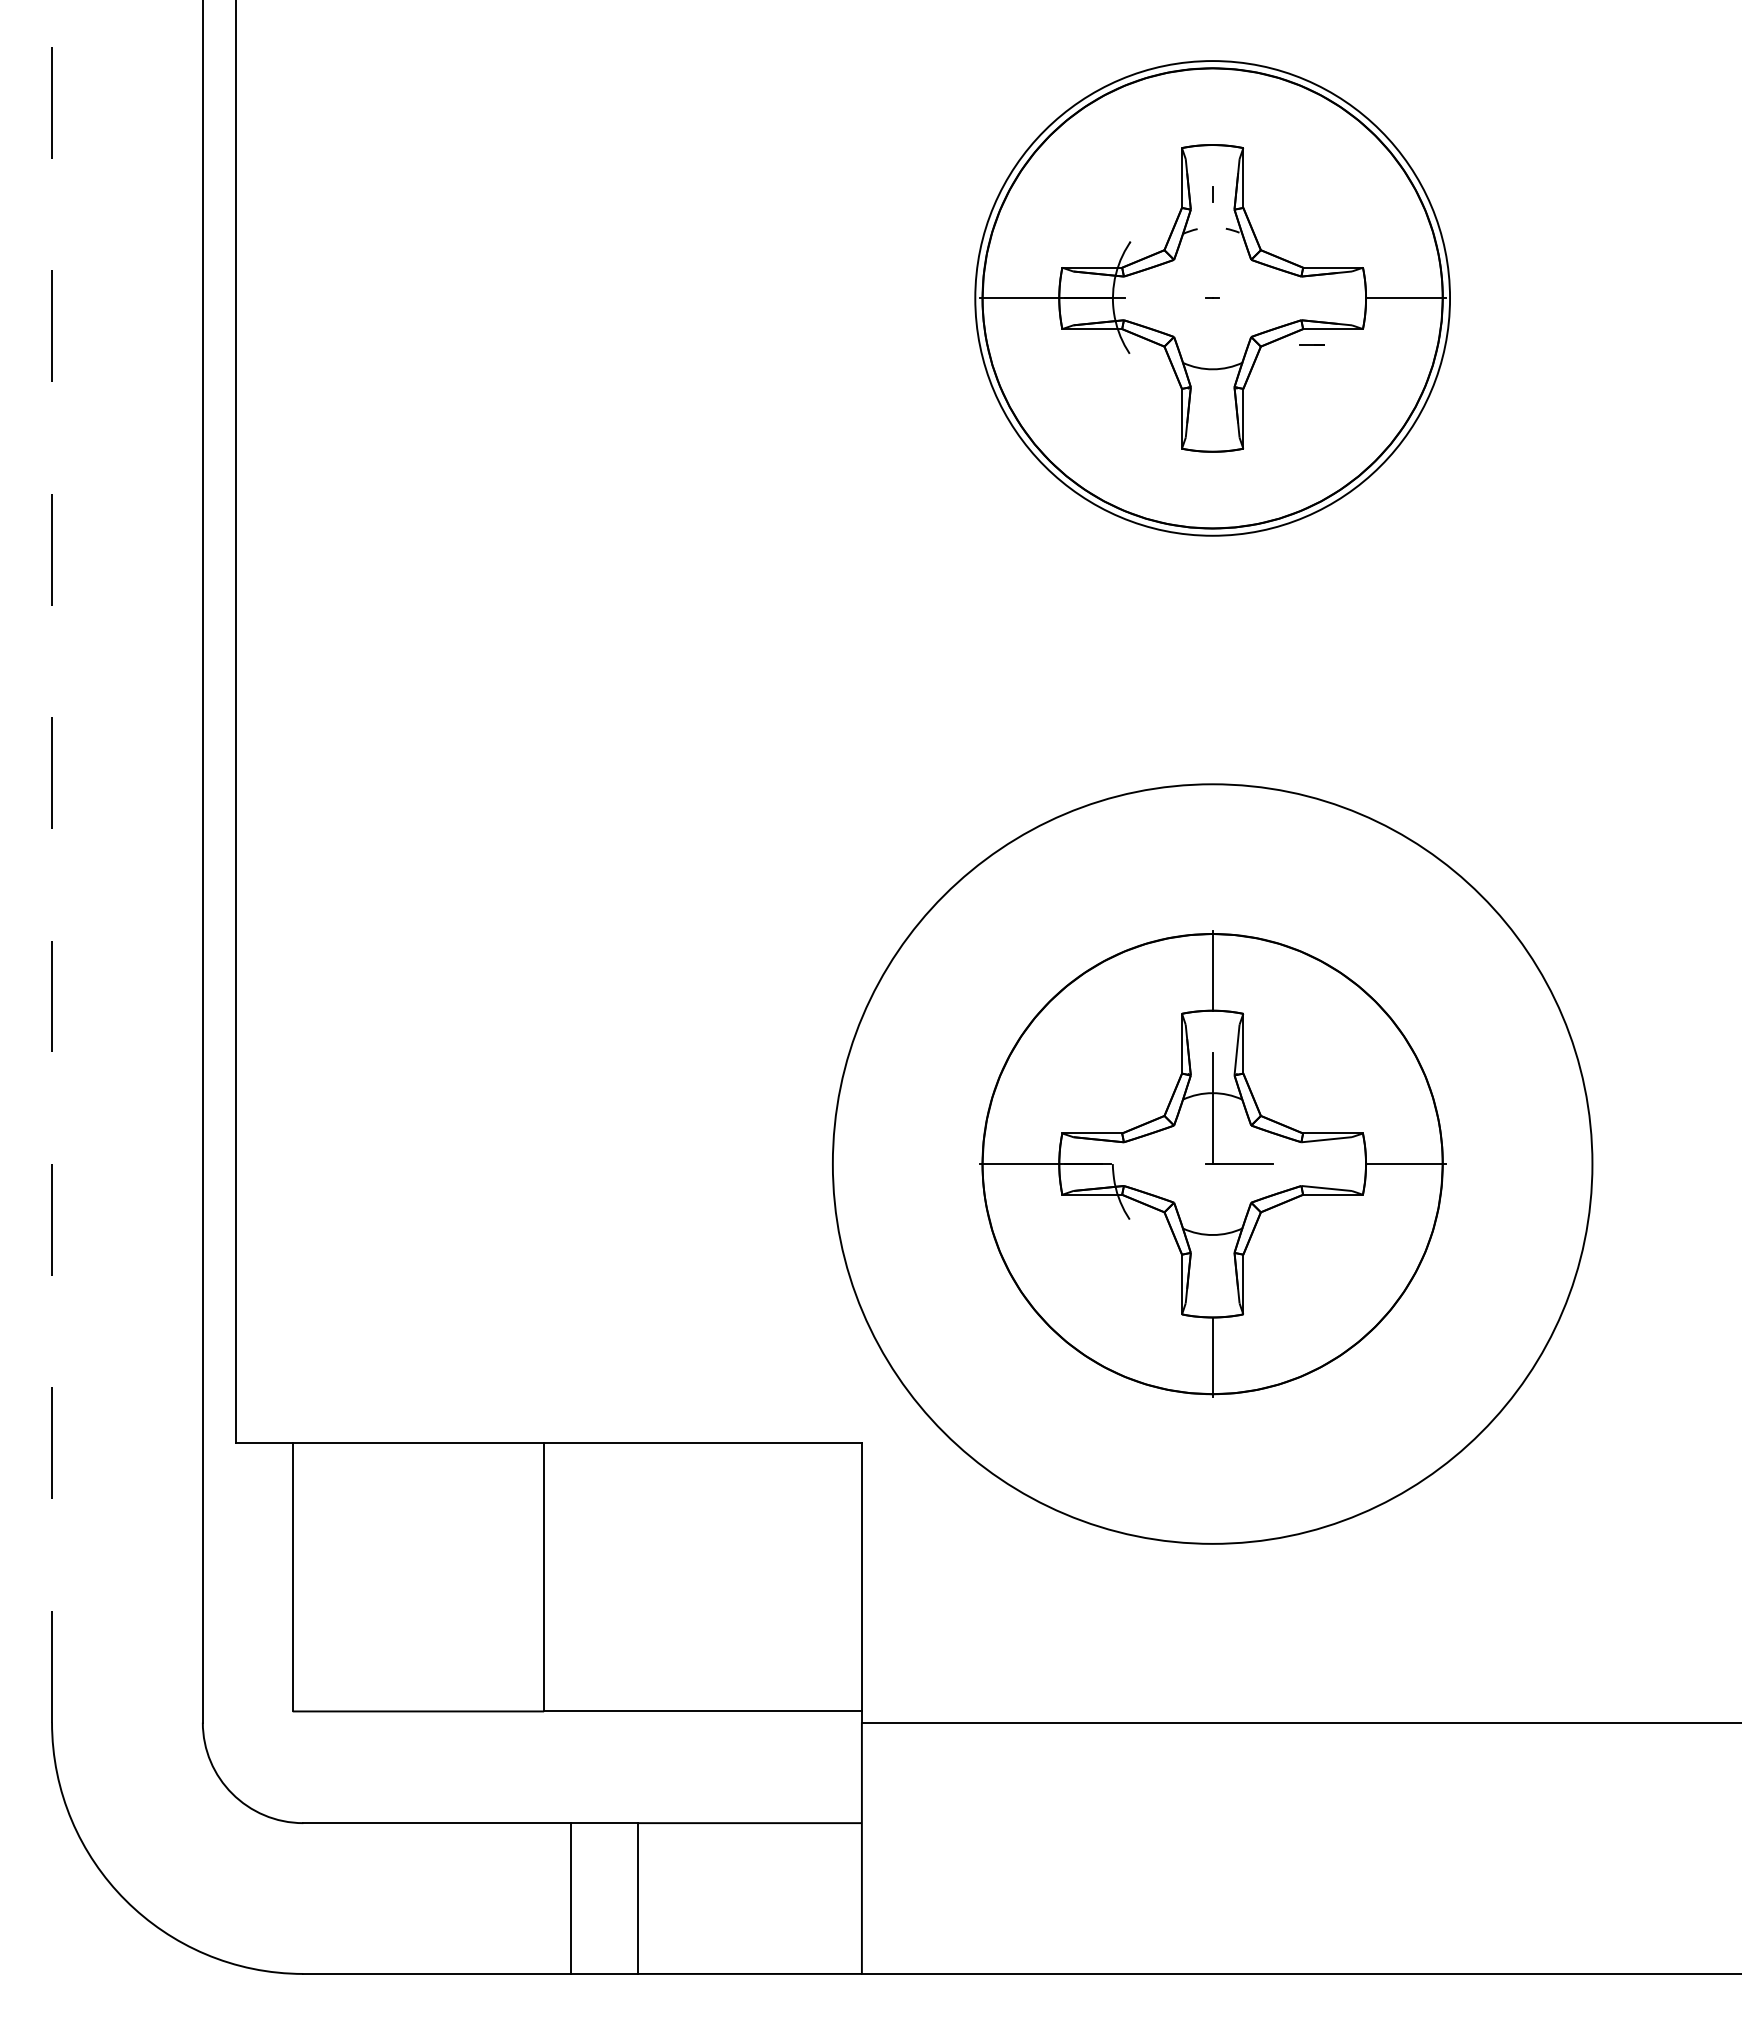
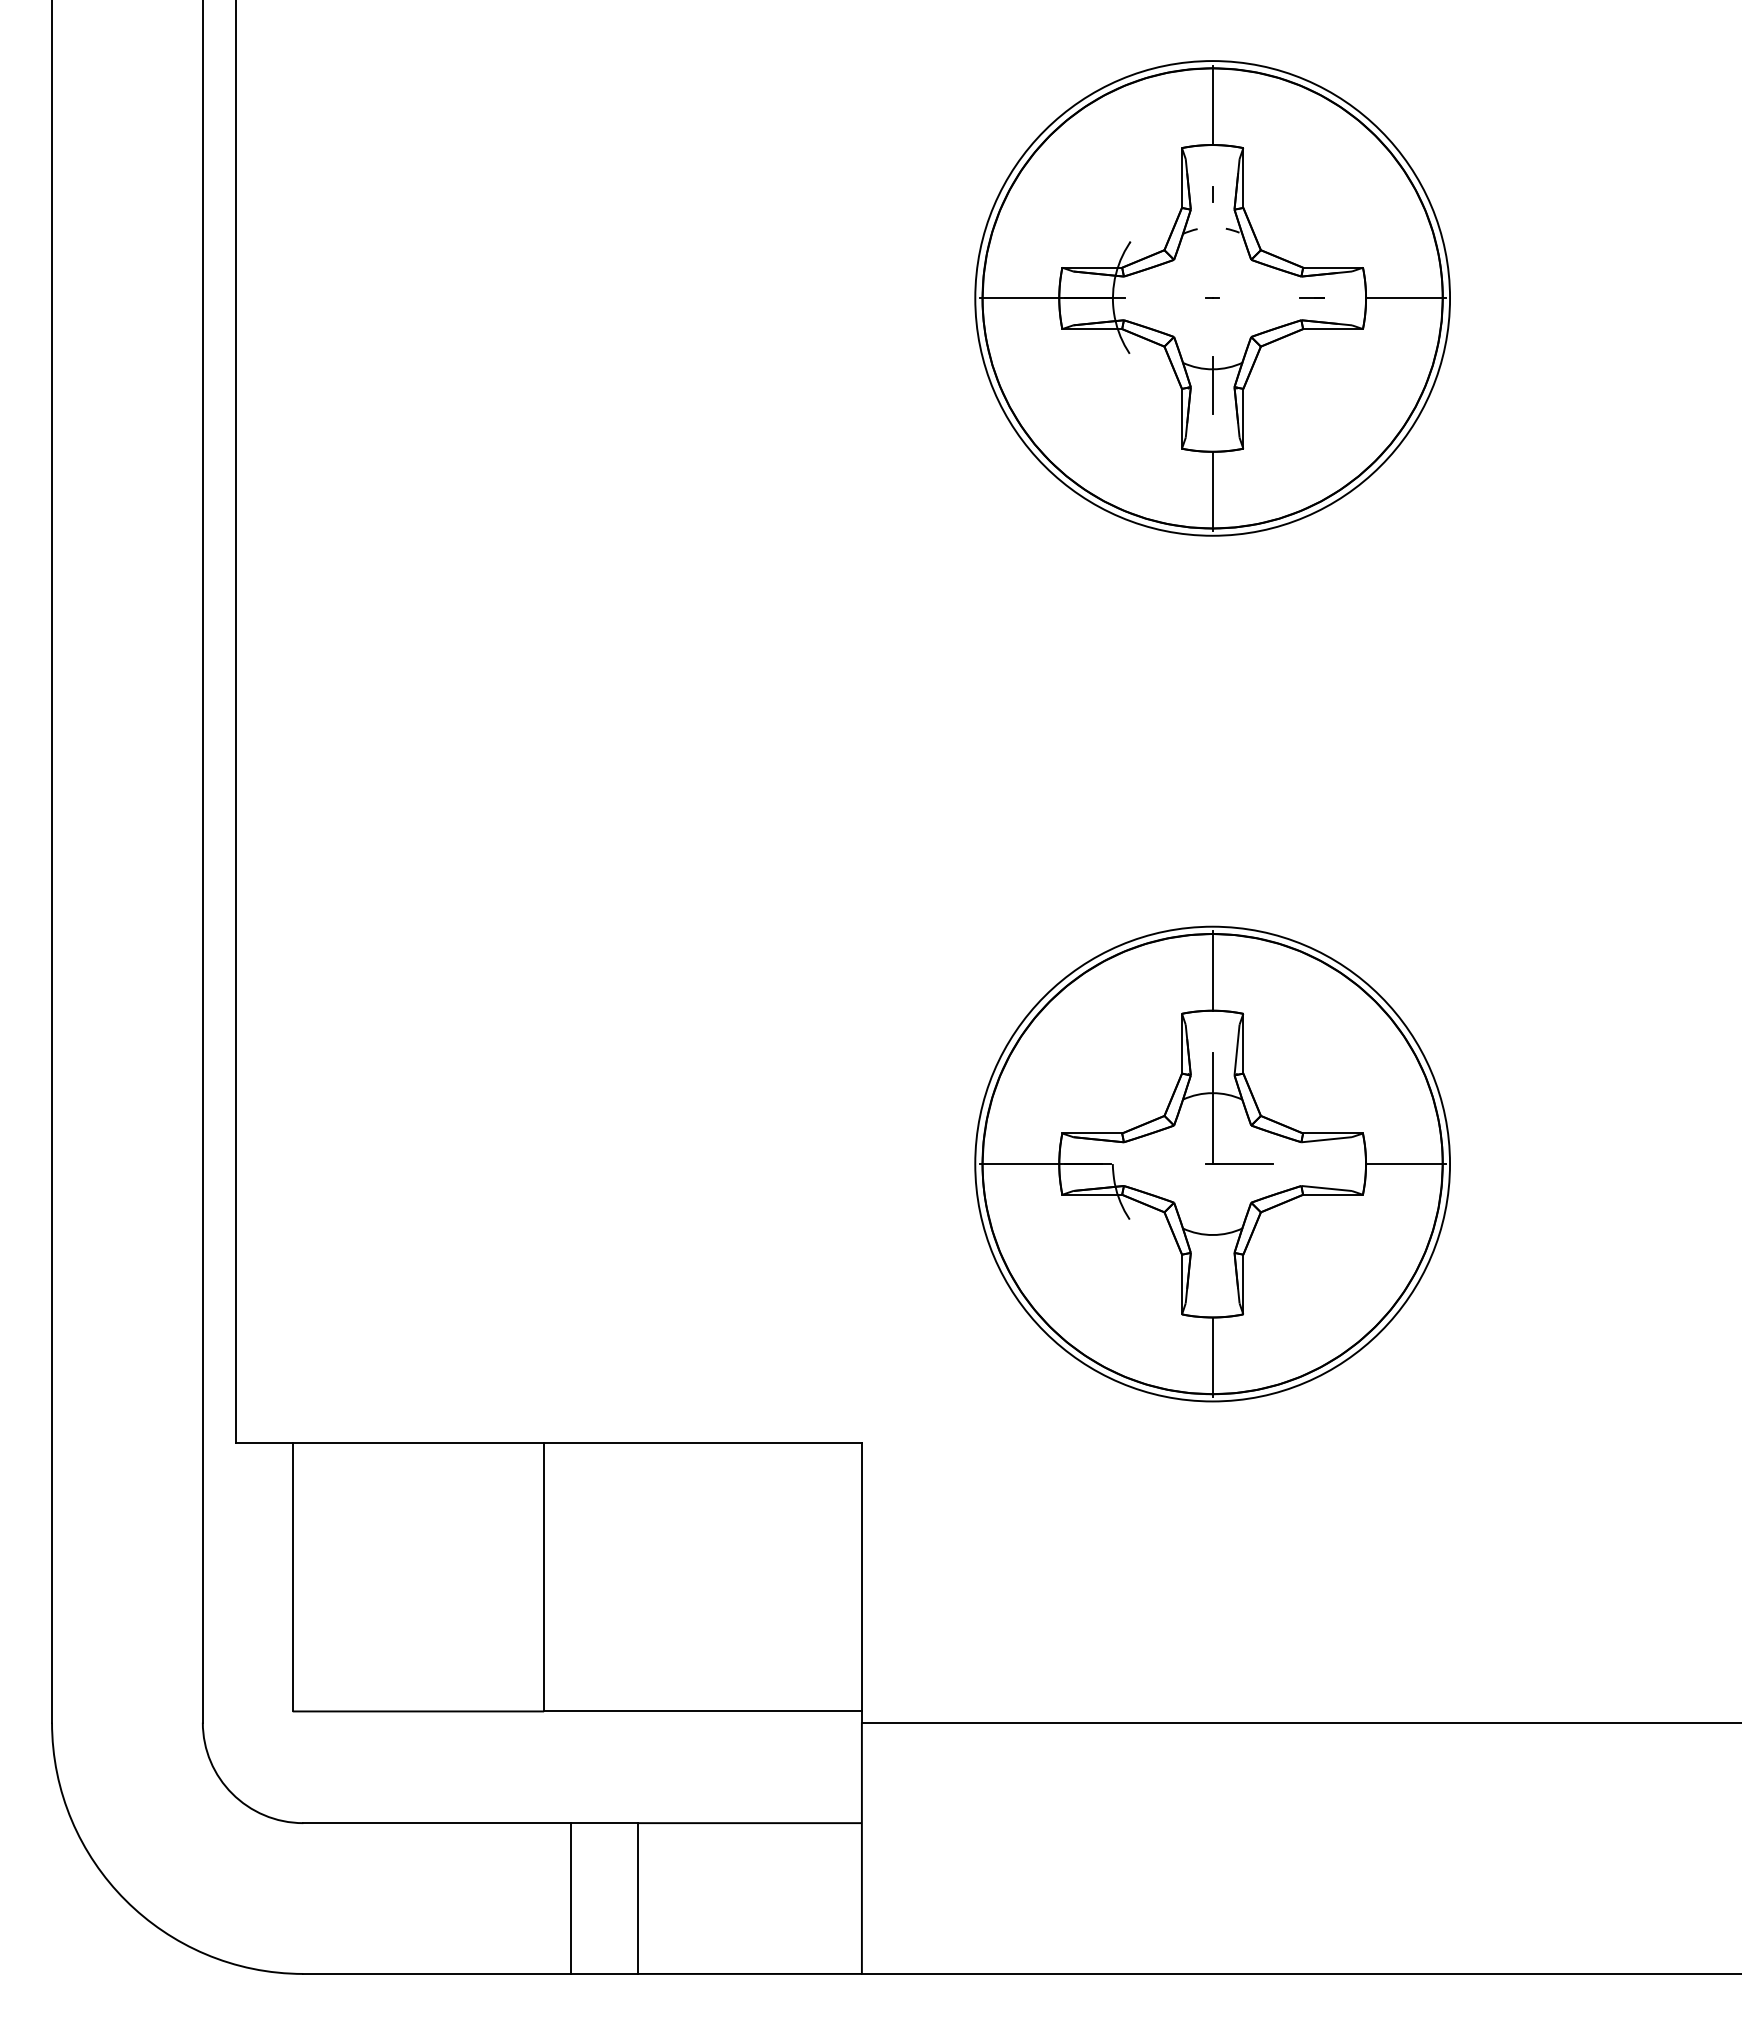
line at (1212, 105): none -> present
line at (1311, 344) position: (1311, 344) -> (1311, 297)
line at (1212, 385): none -> present
line at (1212, 491): none -> present
line at (52, 861): dashed -> solid
circle at (1212, 1163) diameter: 760 px -> 475 px
